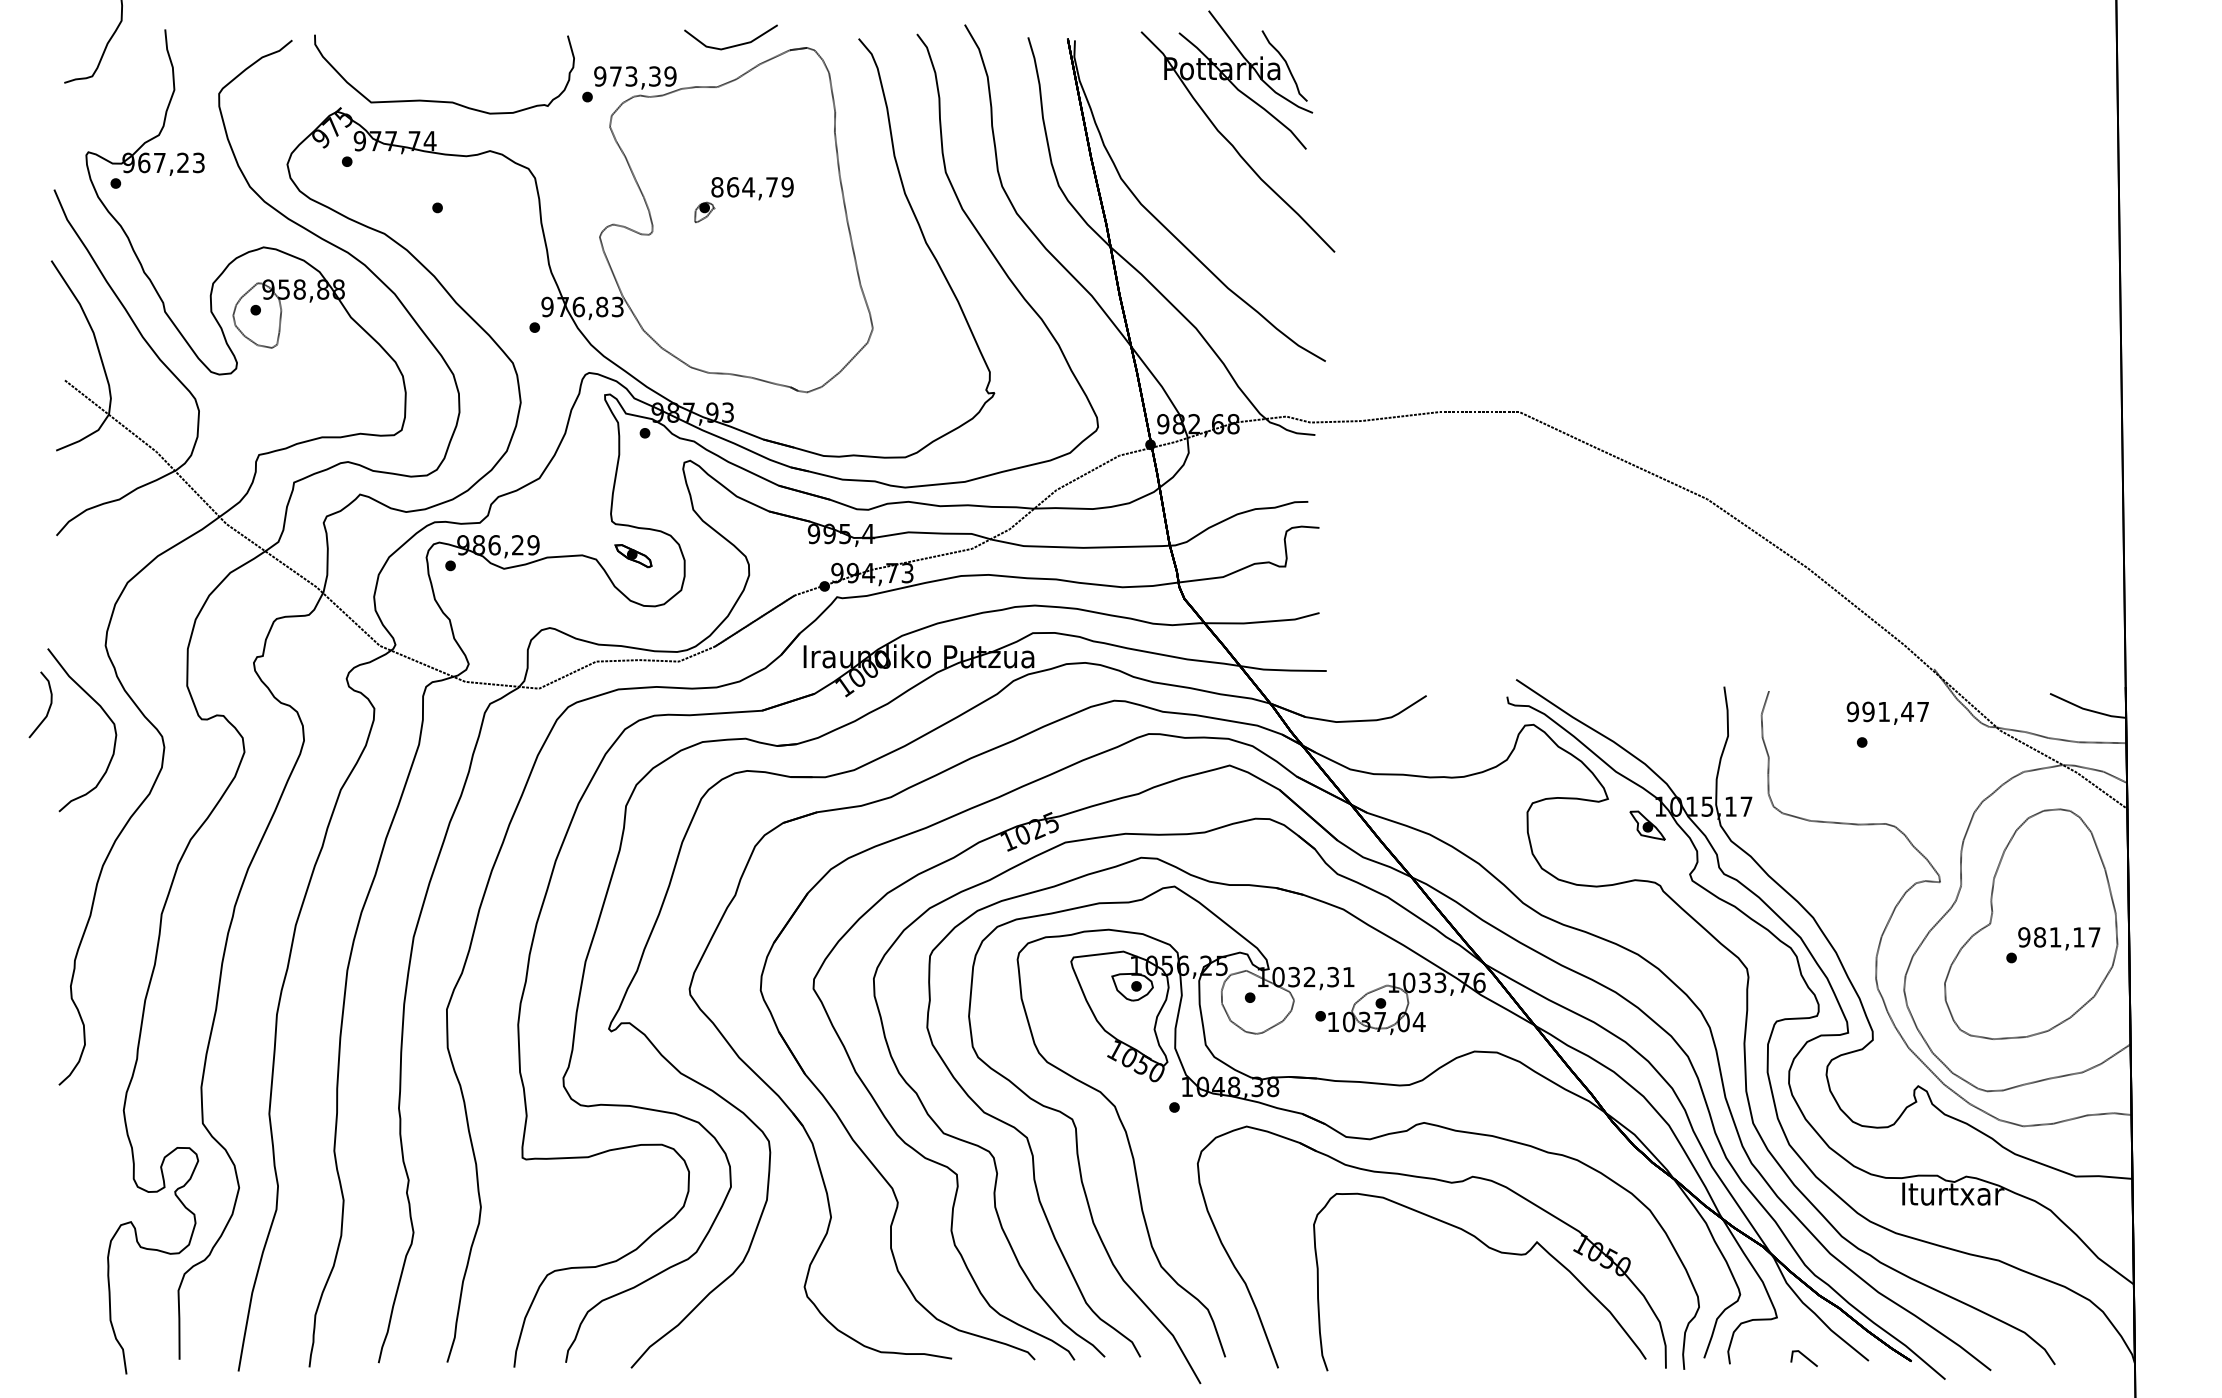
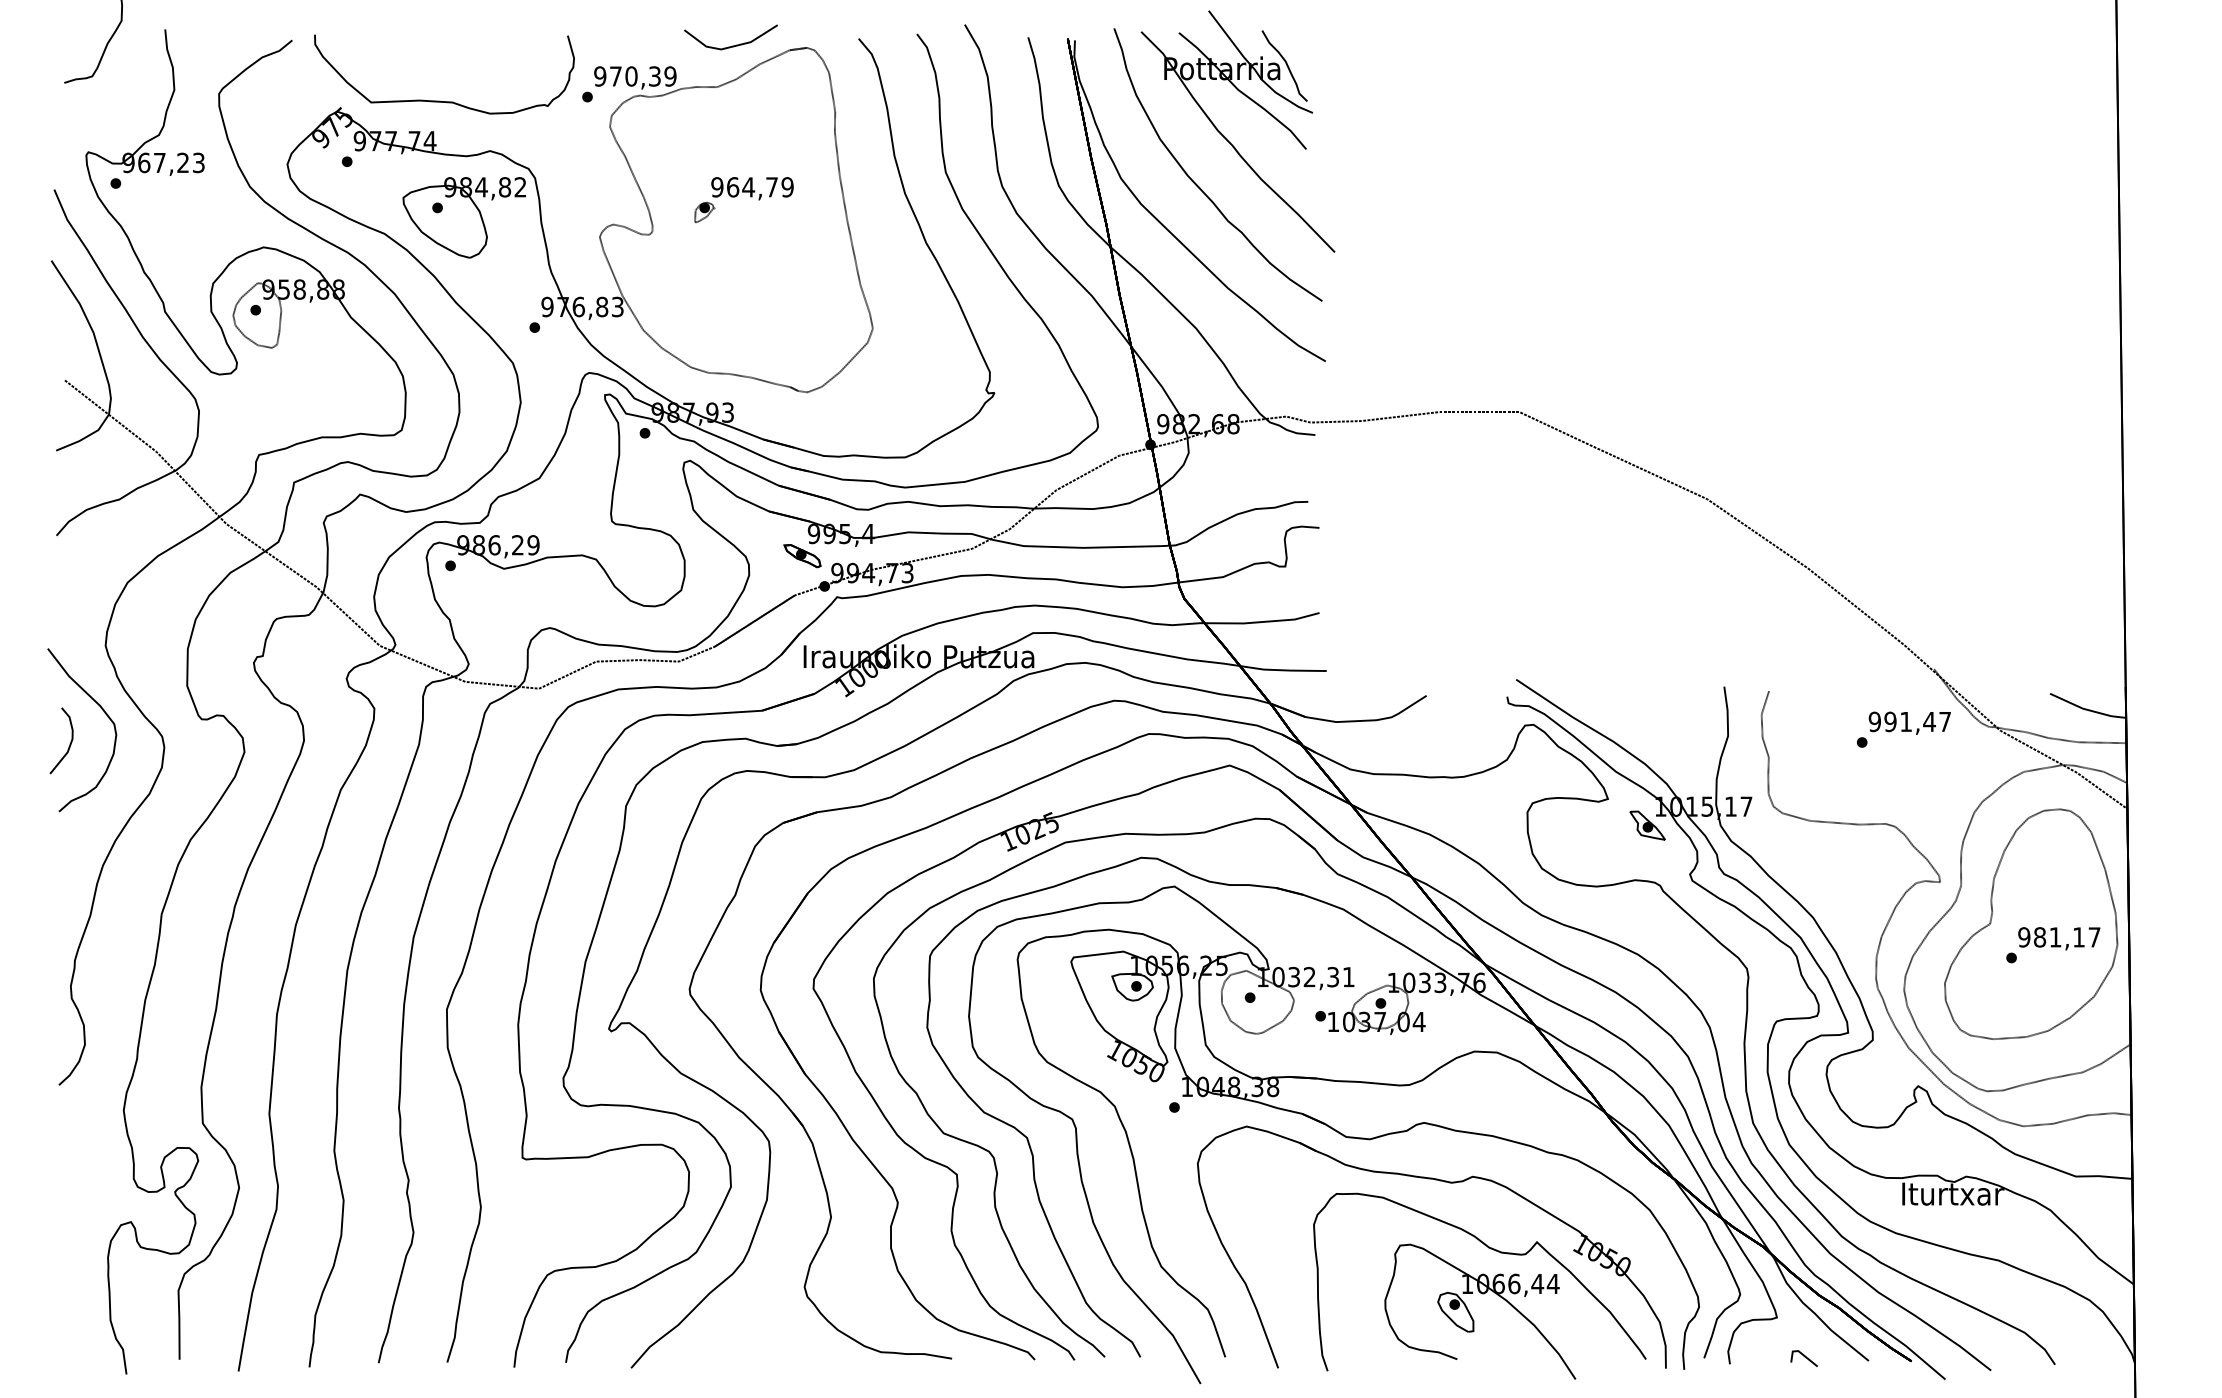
text at (631, 76): 973,39 -> 970,39
part at (1197, 184): none -> present
text at (717, 187): 864,79 -> 964,79
part at (463, 217): none -> present
part at (633, 556) position: (633, 556) -> (802, 556)
curve at (48, 708) position: (48, 708) -> (69, 744)
text at (1887, 712) position: (1887, 712) -> (1909, 722)
part at (1472, 1316): none -> present
